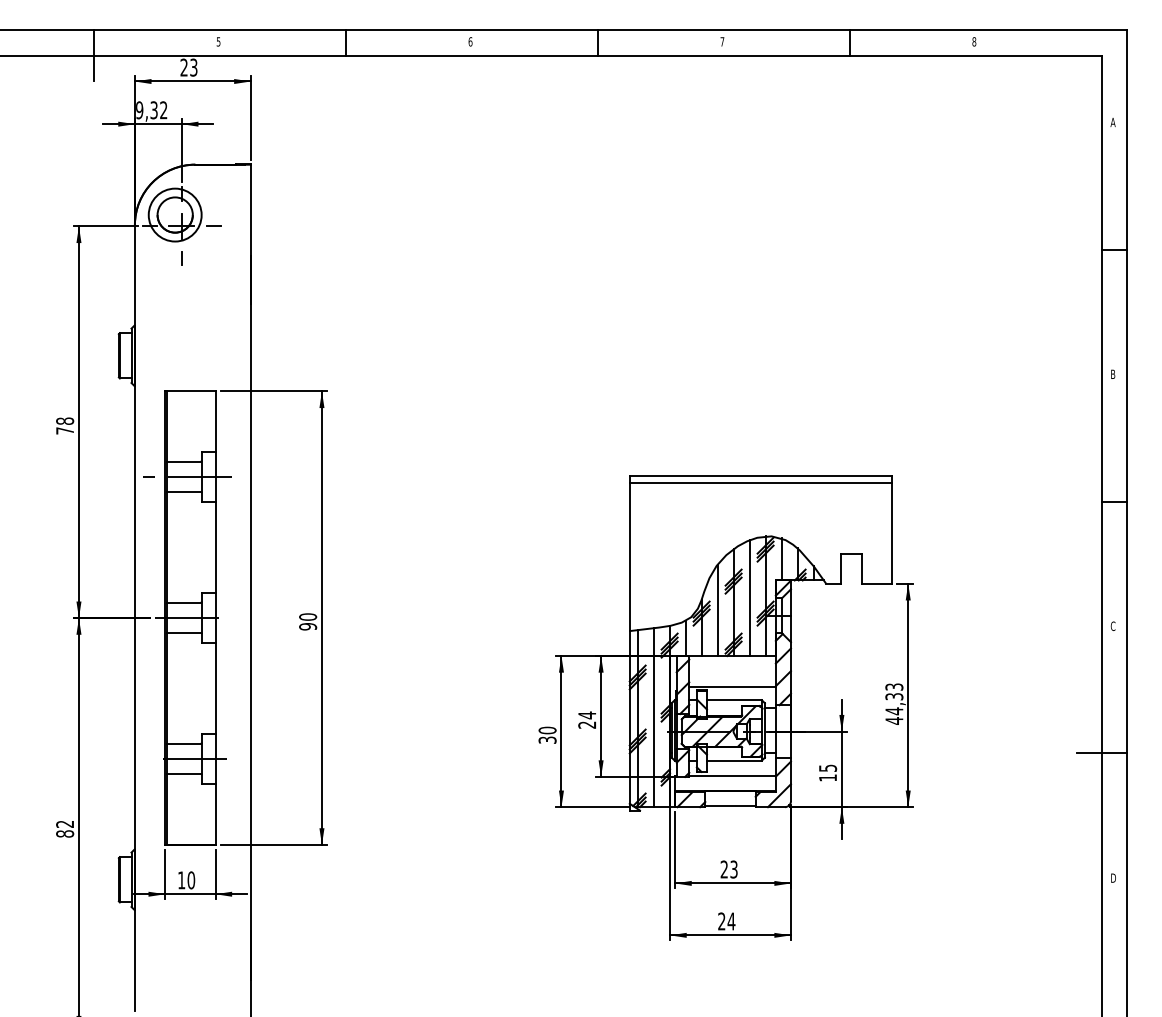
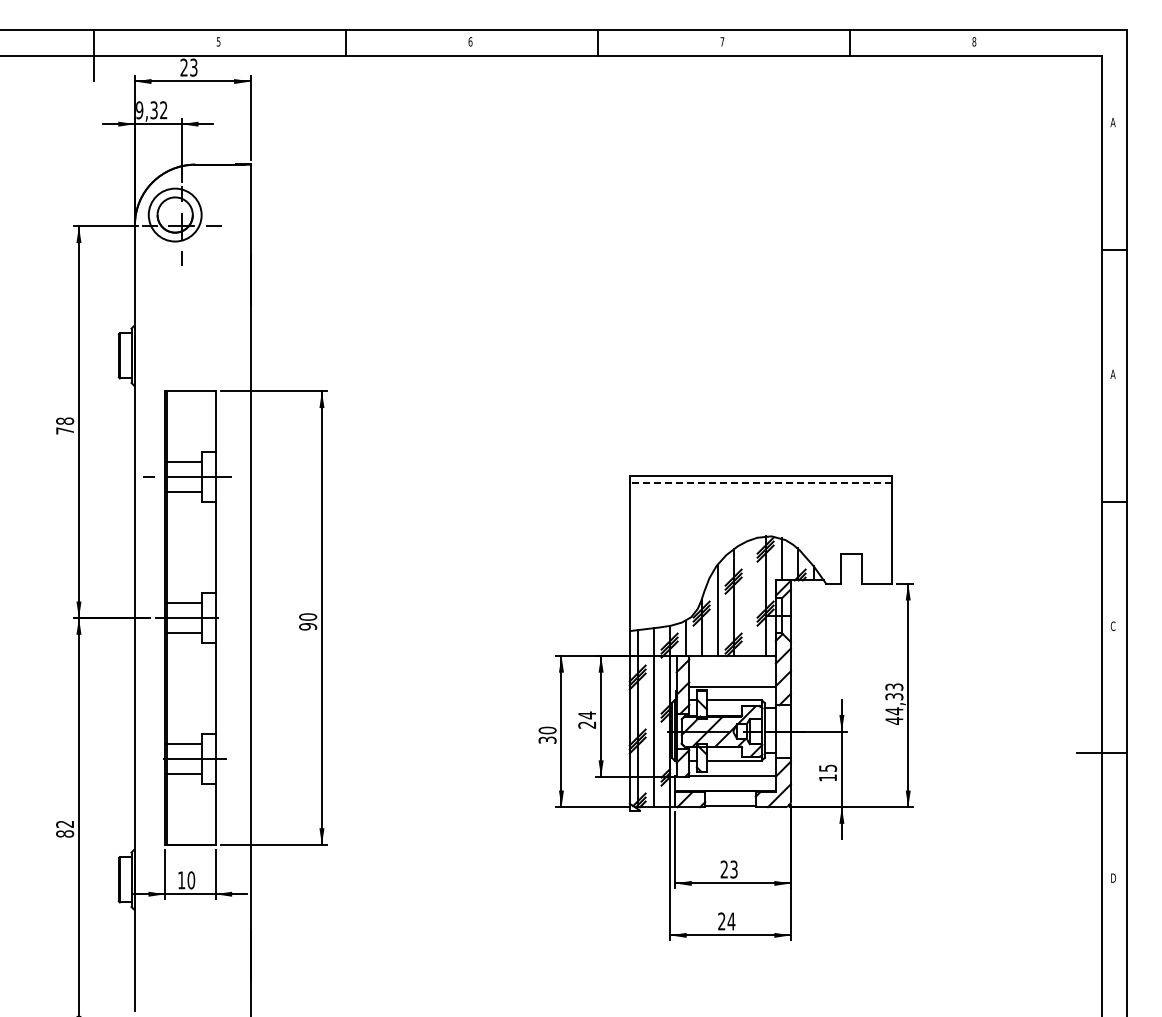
text at (1112, 373): B -> A
line at (760, 483): solid -> dashed
line at (749, 598): present -> none
